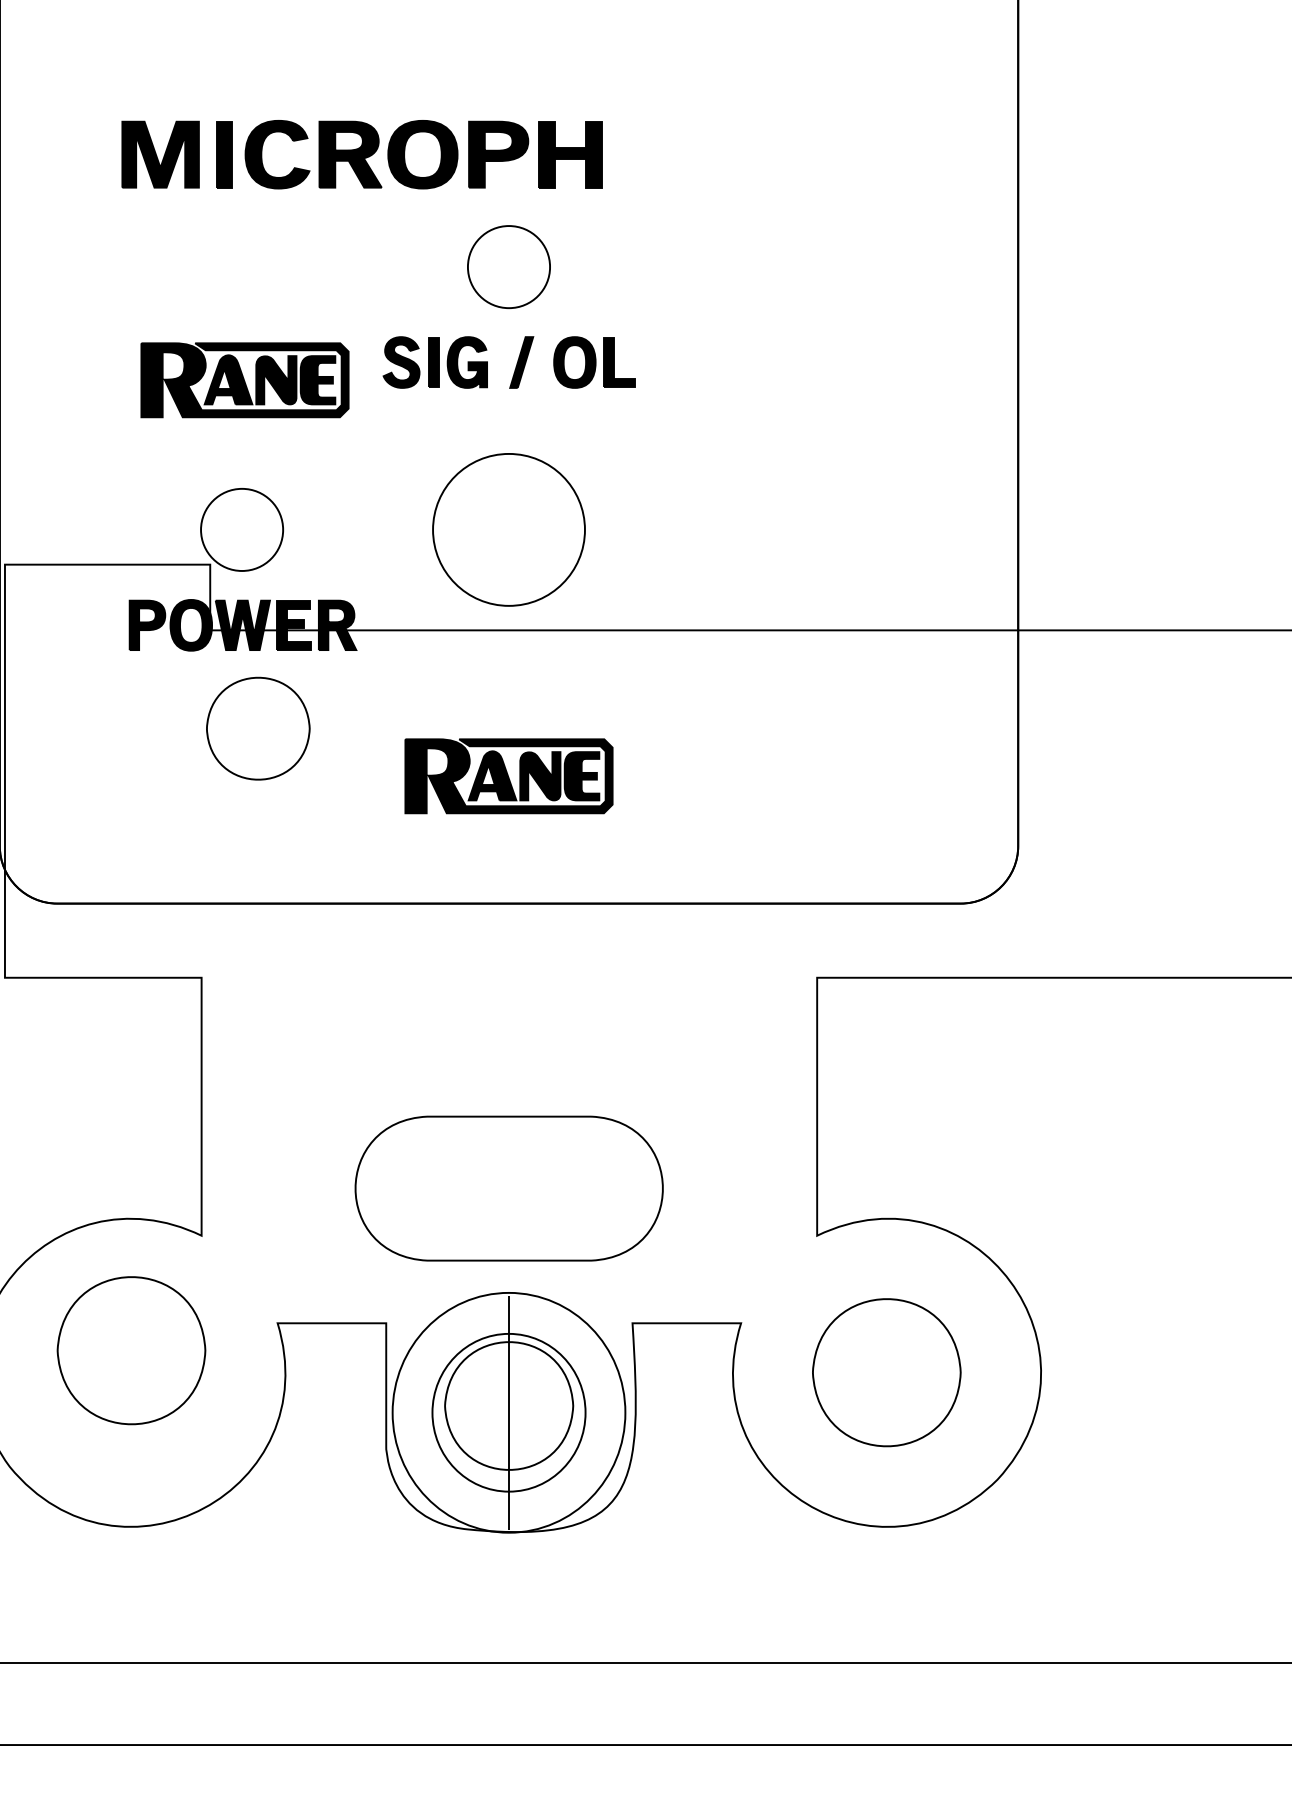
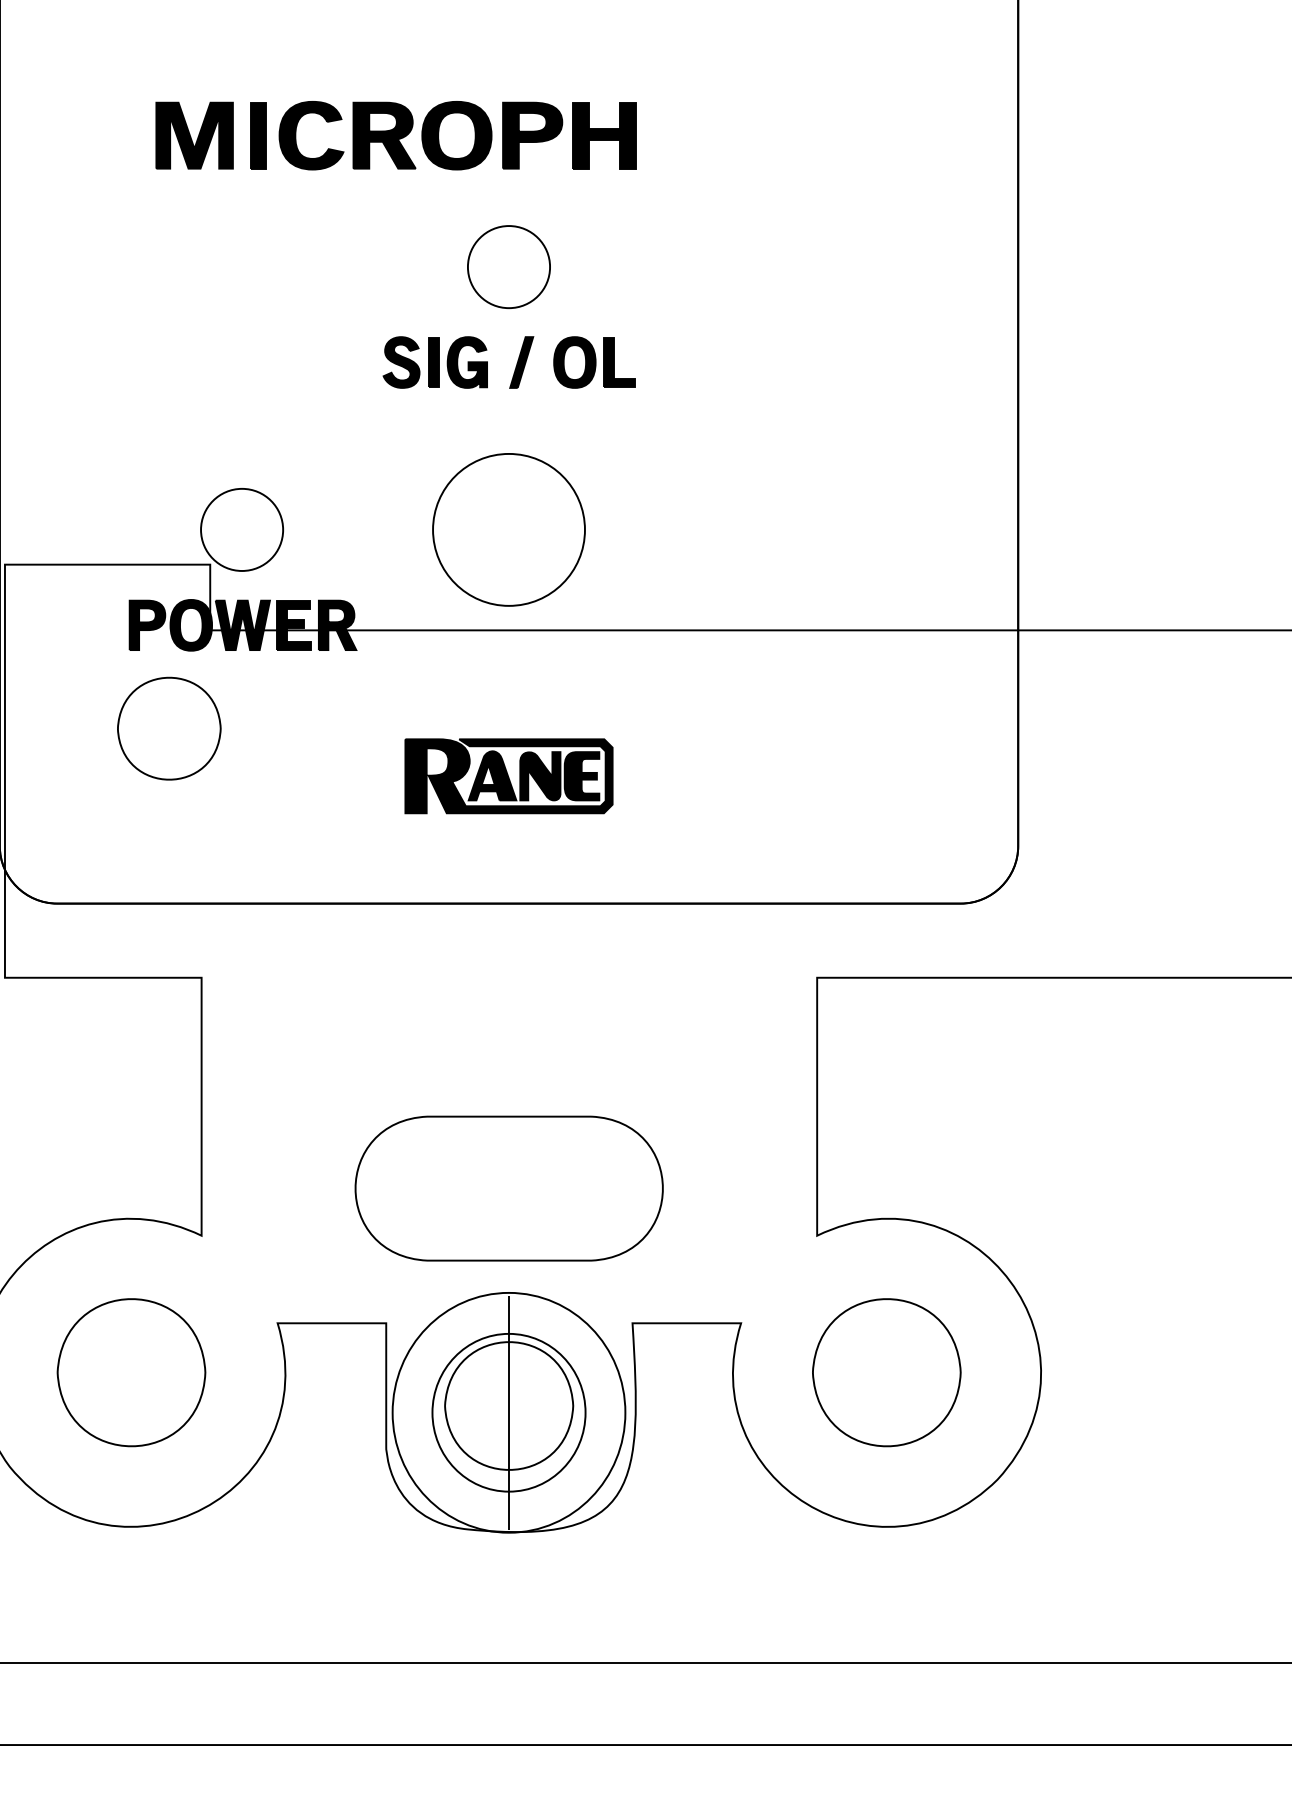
part at (361, 154) position: (361, 154) -> (395, 135)
part at (244, 380): present -> none
part at (258, 728) position: (258, 728) -> (169, 728)
part at (131, 1350) position: (131, 1350) -> (131, 1372)
